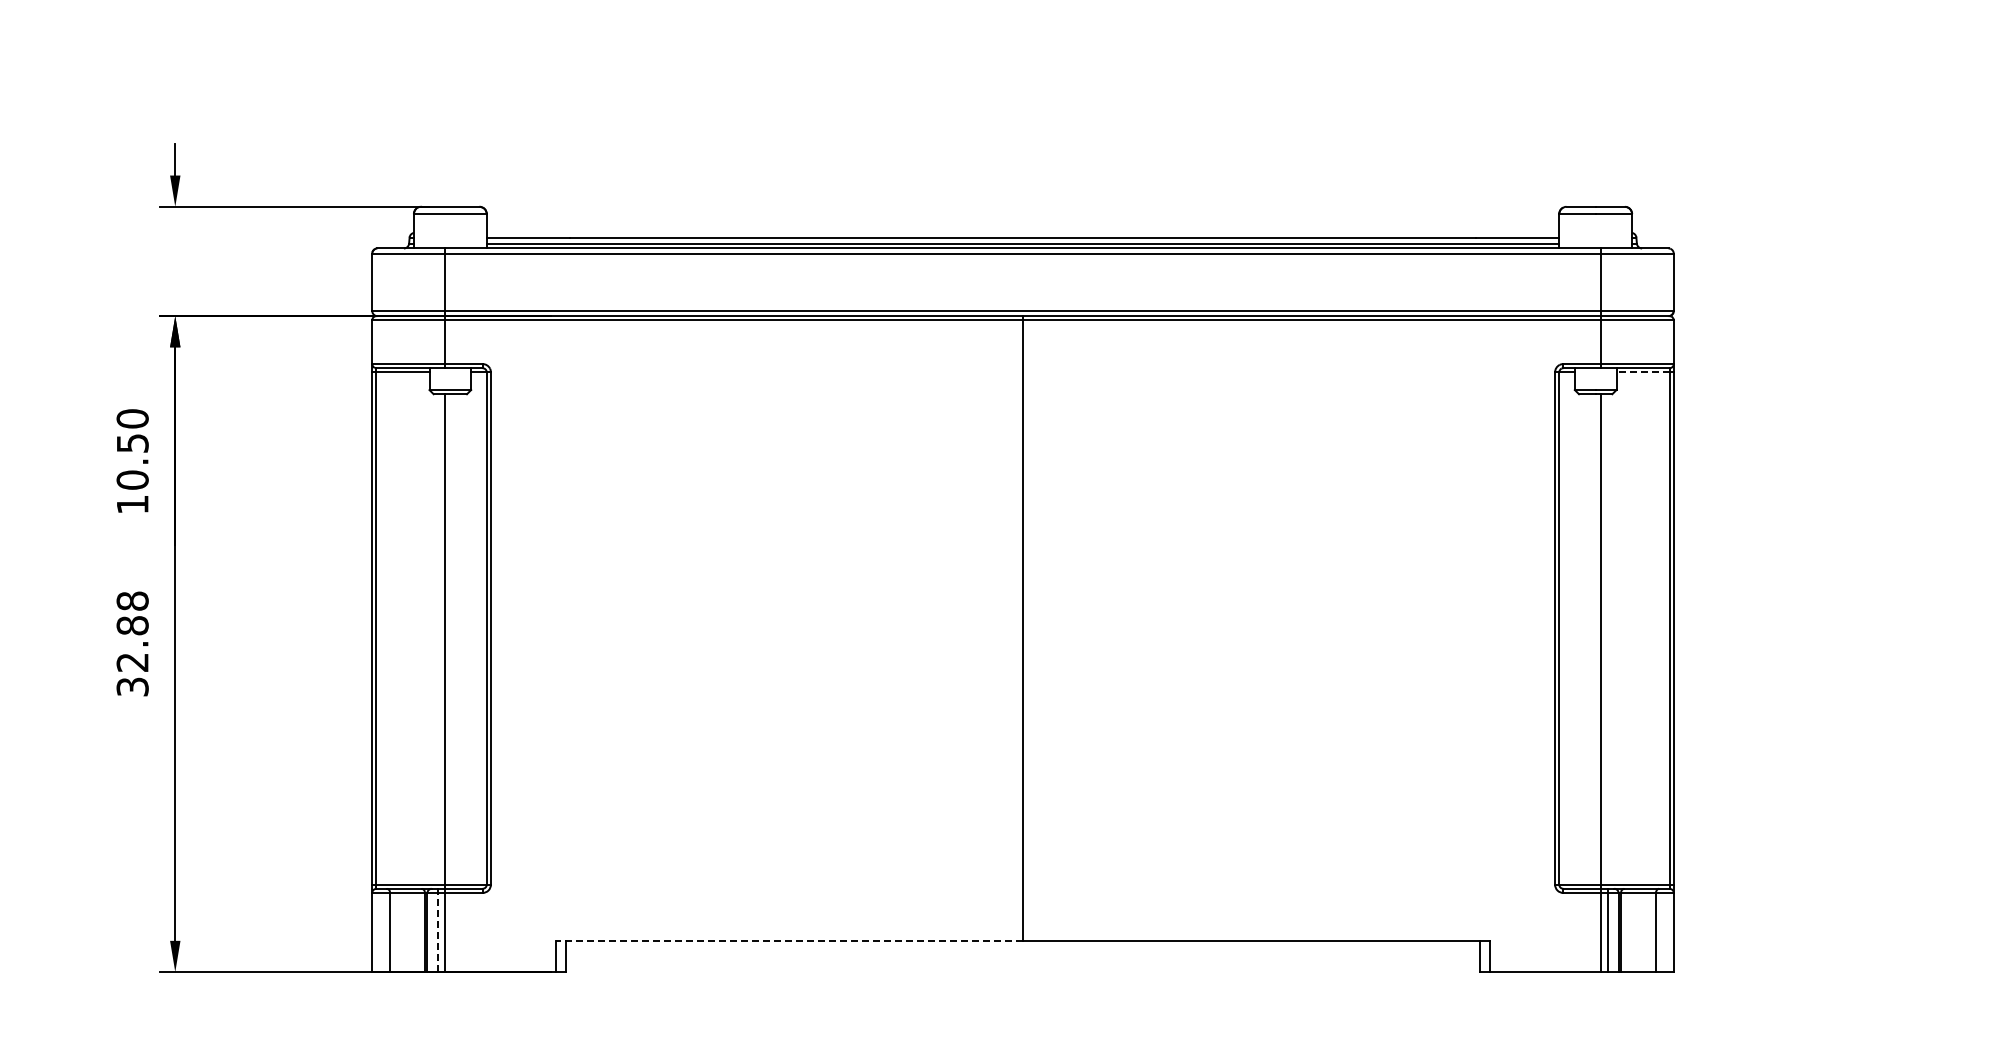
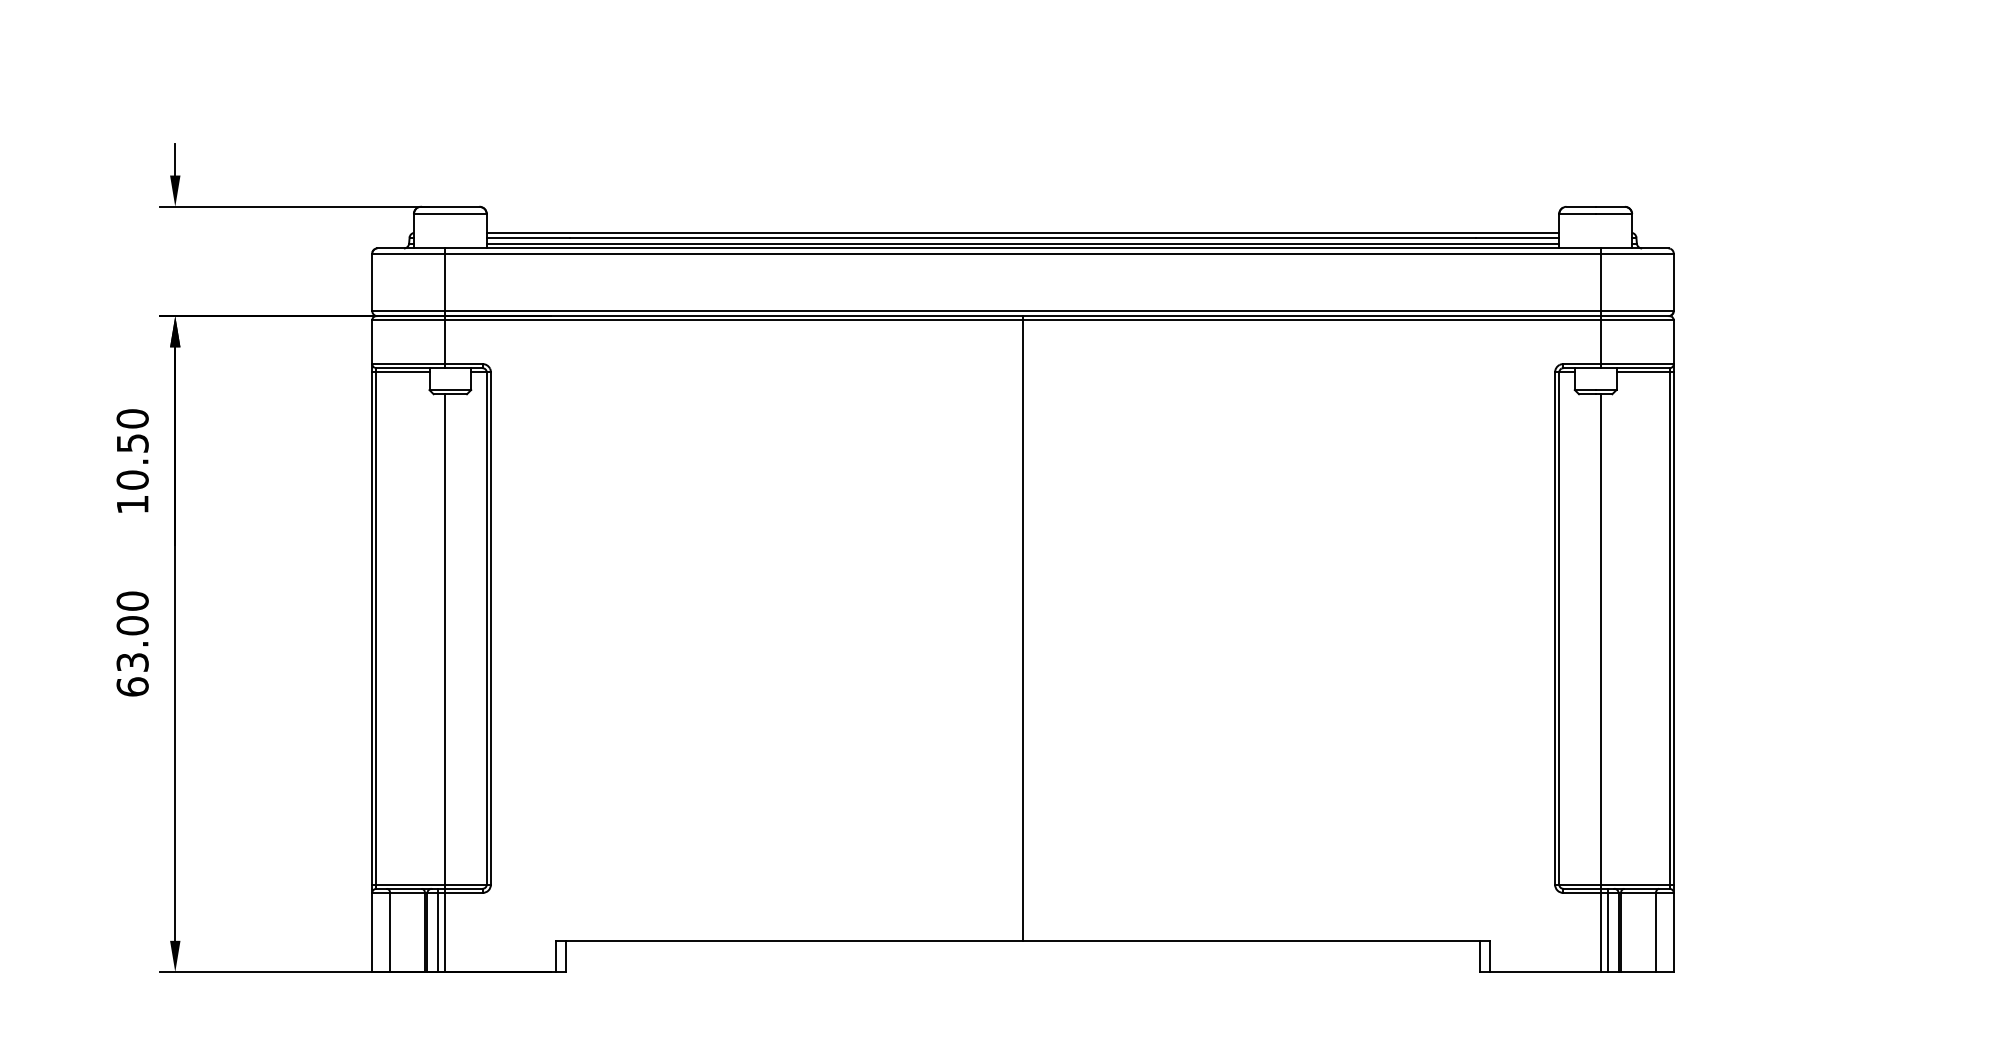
line at (1022, 232): none -> present
line at (1643, 372): dashed -> solid
text at (132, 643): 32.88 -> 63.00
line at (437, 932): dashed -> solid
line at (789, 940): dashed -> solid
